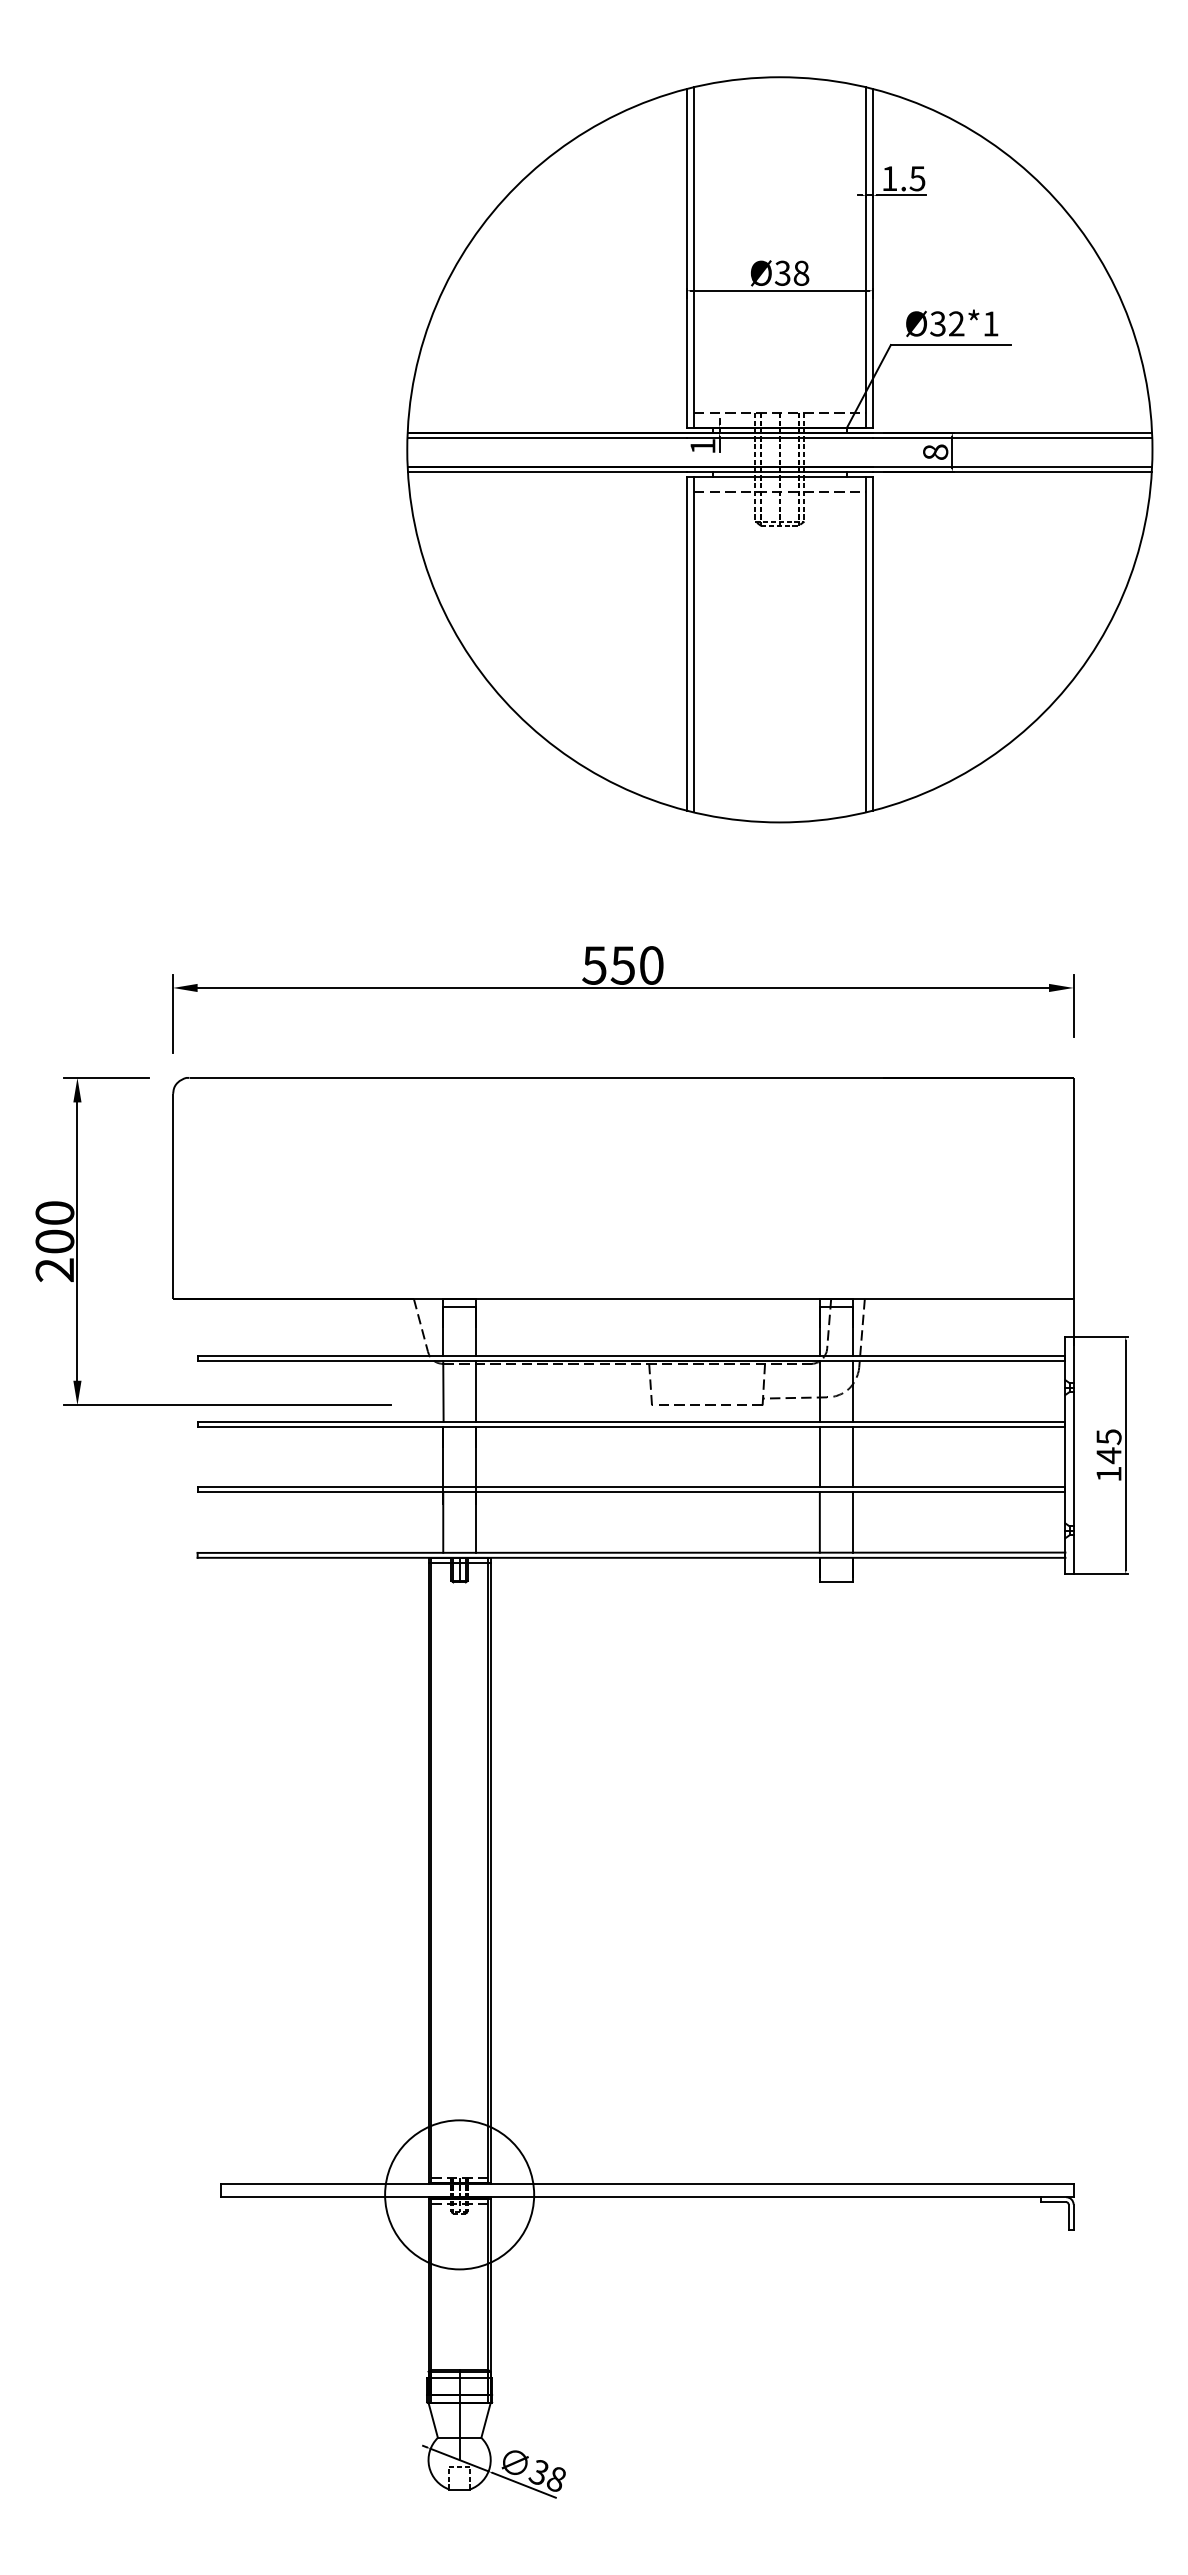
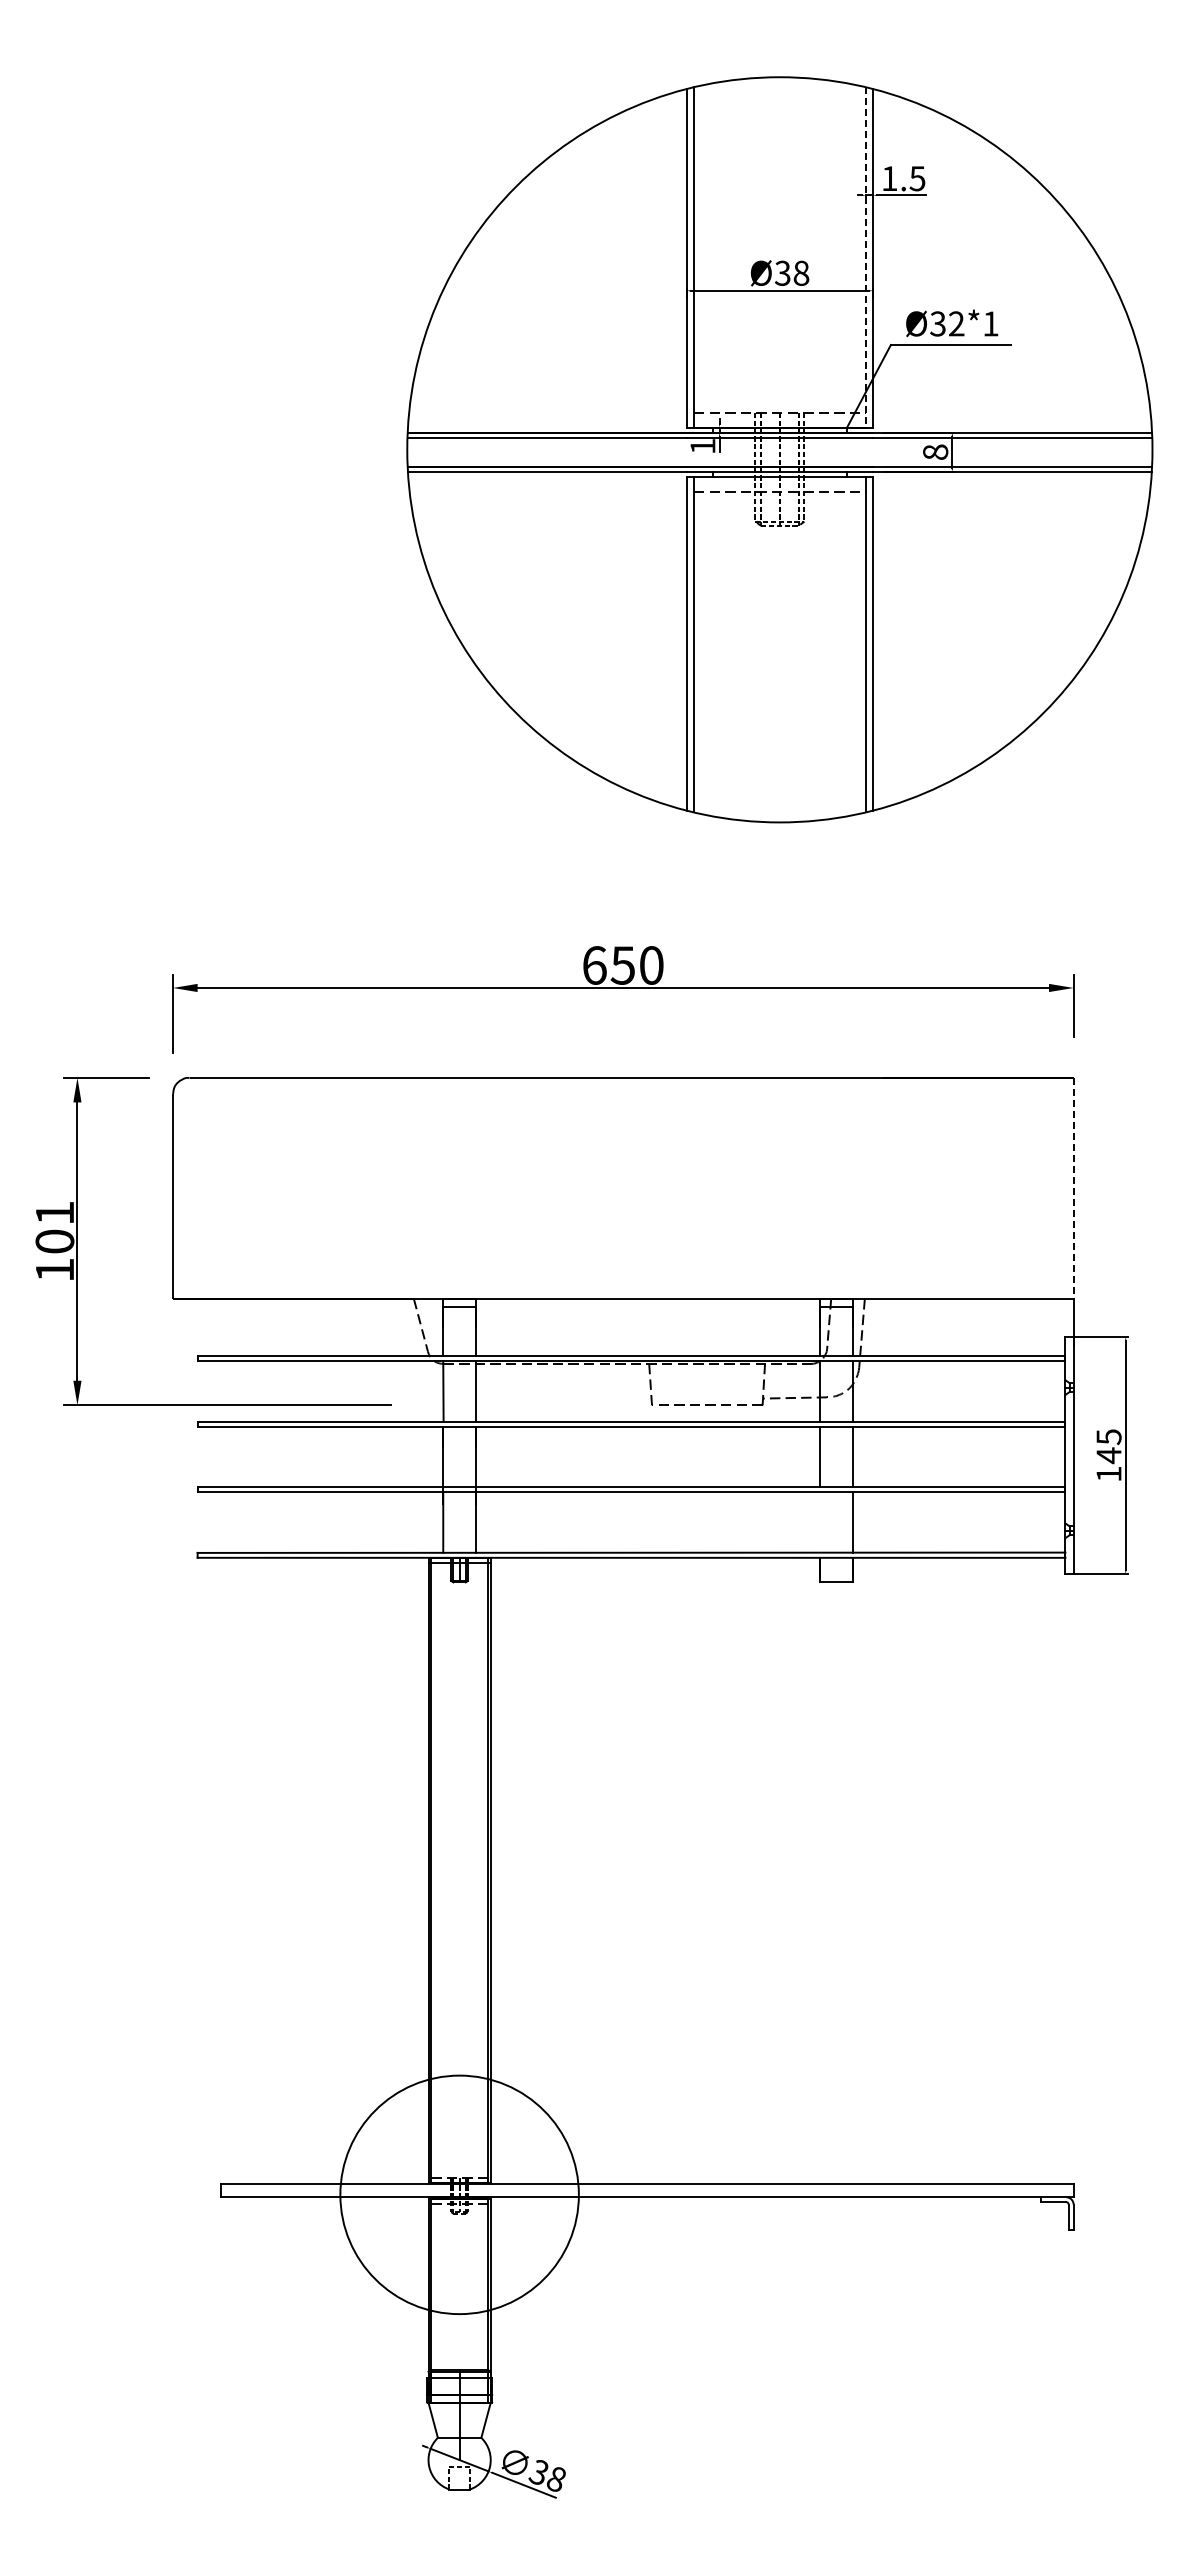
line at (865, 258): solid -> dashed
text at (594, 965): 550 -> 650
line at (1073, 1188): solid -> dashed
text at (54, 1241): 200 -> 101
line at (819, 1522): present -> none
circle at (459, 2194) diameter: 149 px -> 239 px
